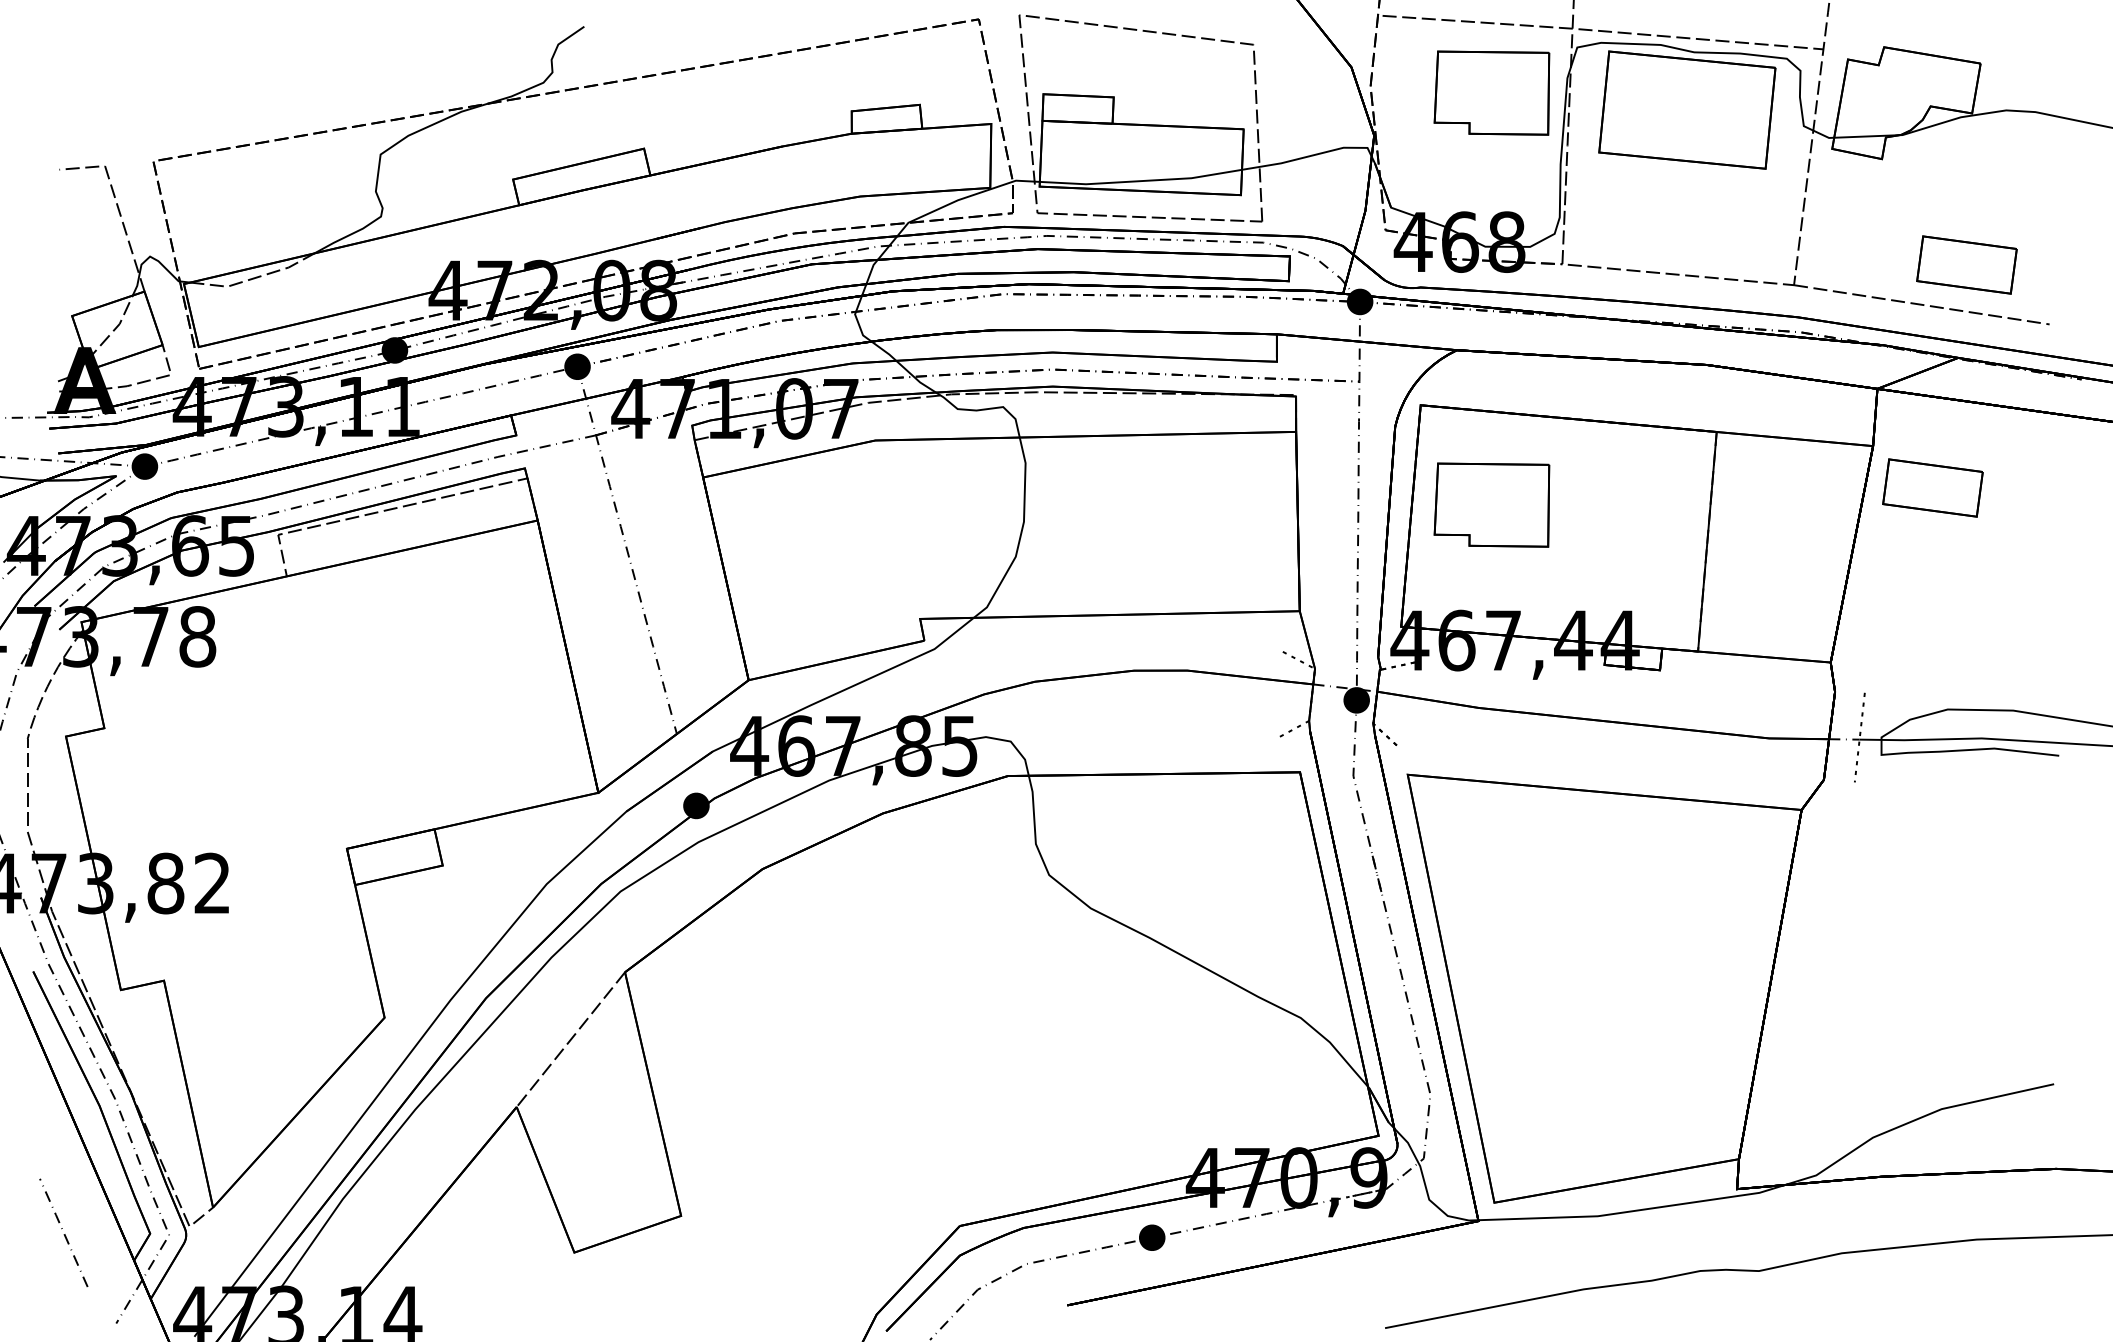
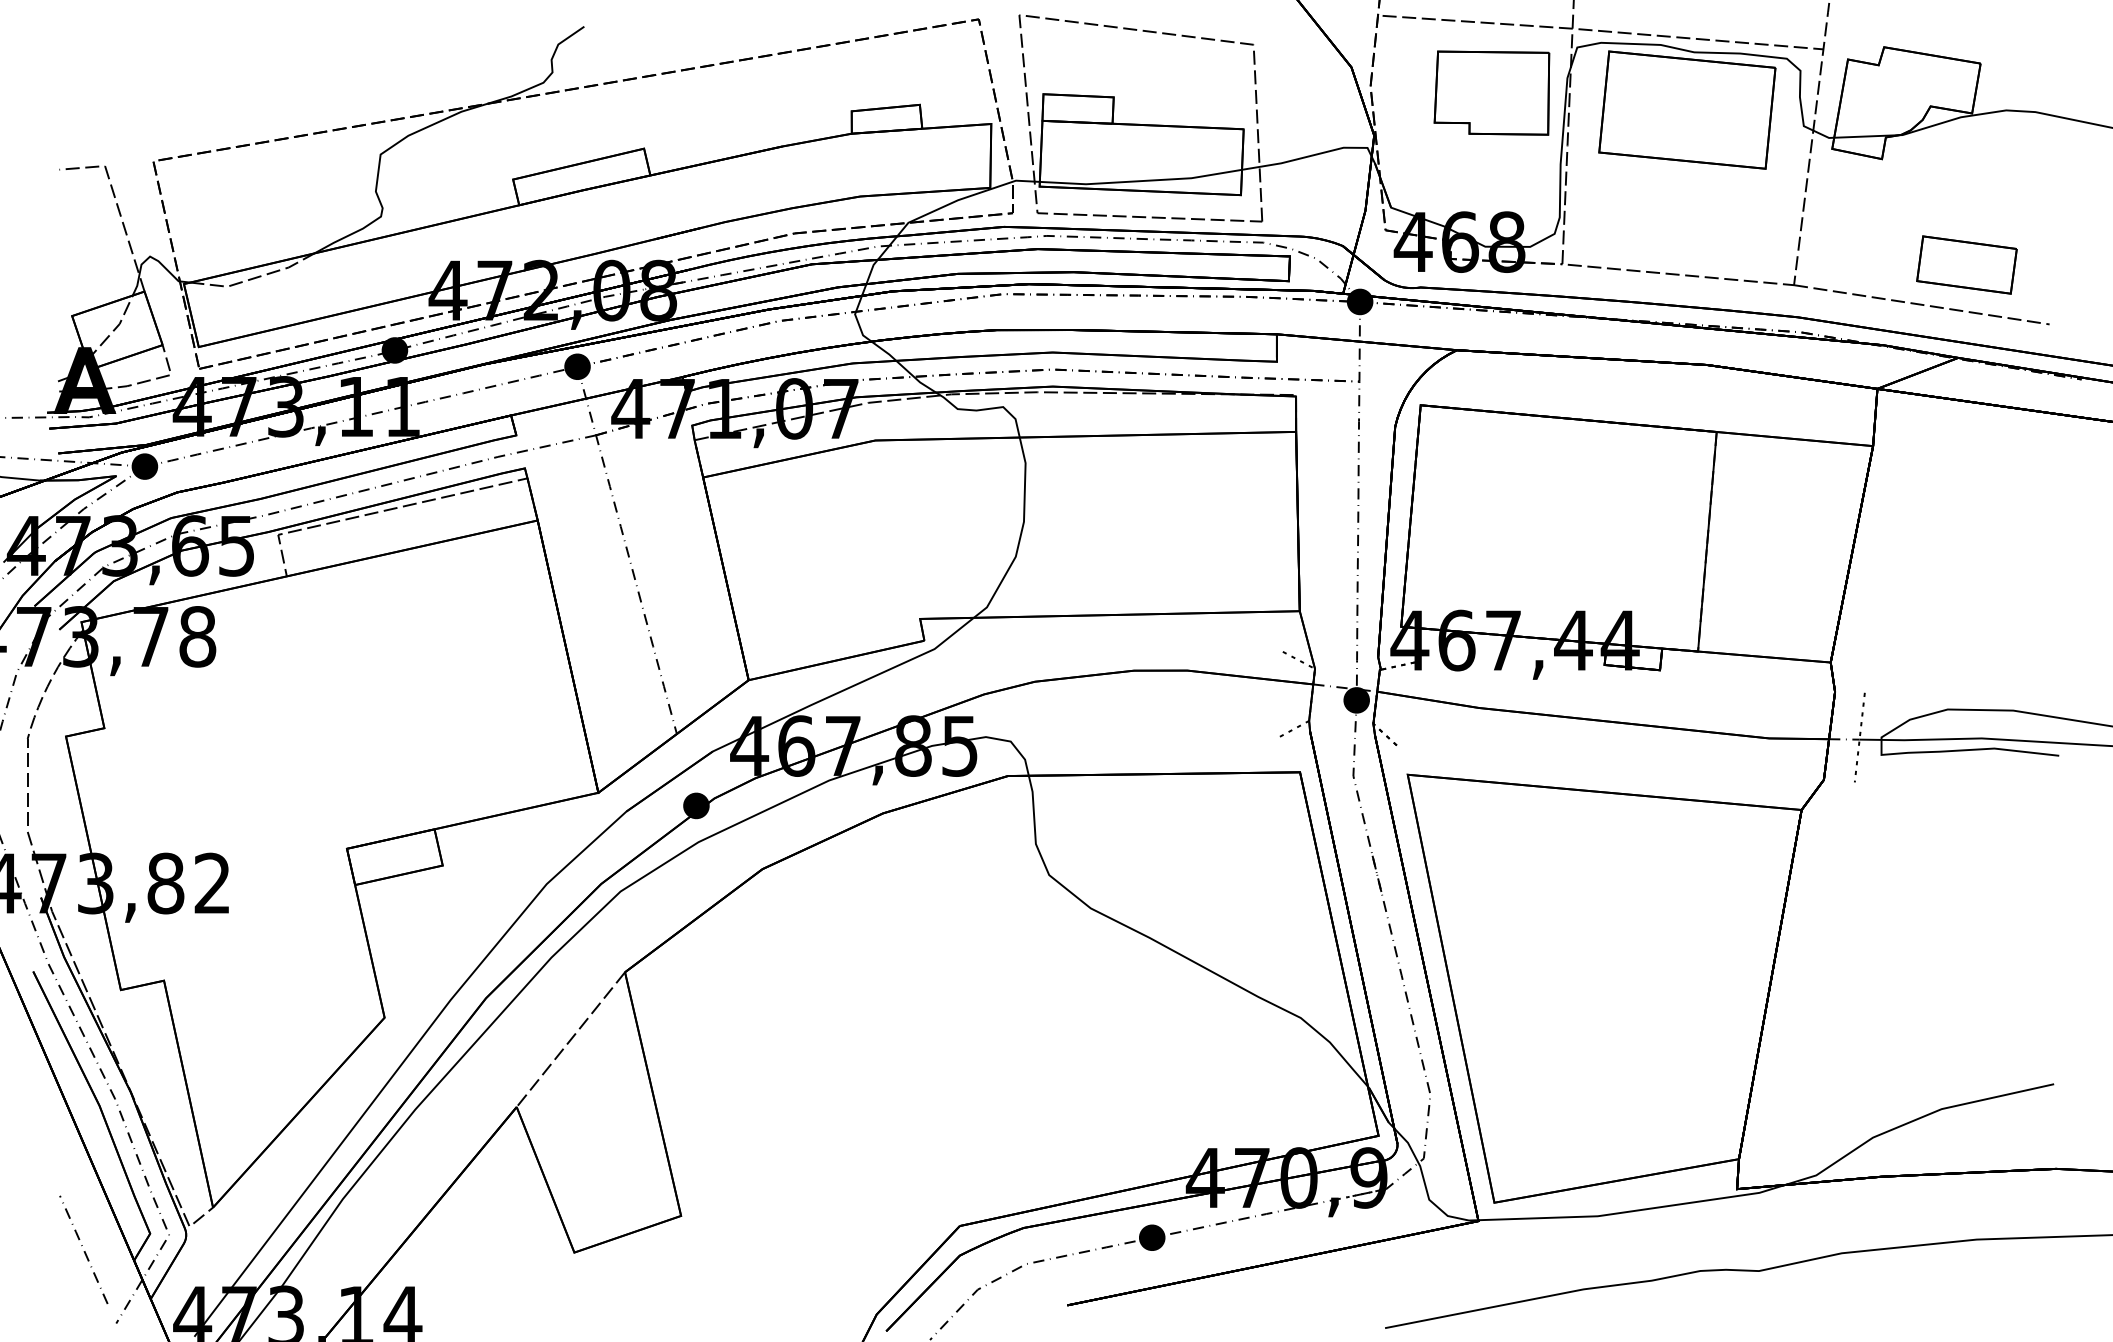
part at (1932, 487): present -> none
part at (1491, 504): present -> none
line at (63, 1234) position: (63, 1234) -> (83, 1251)
